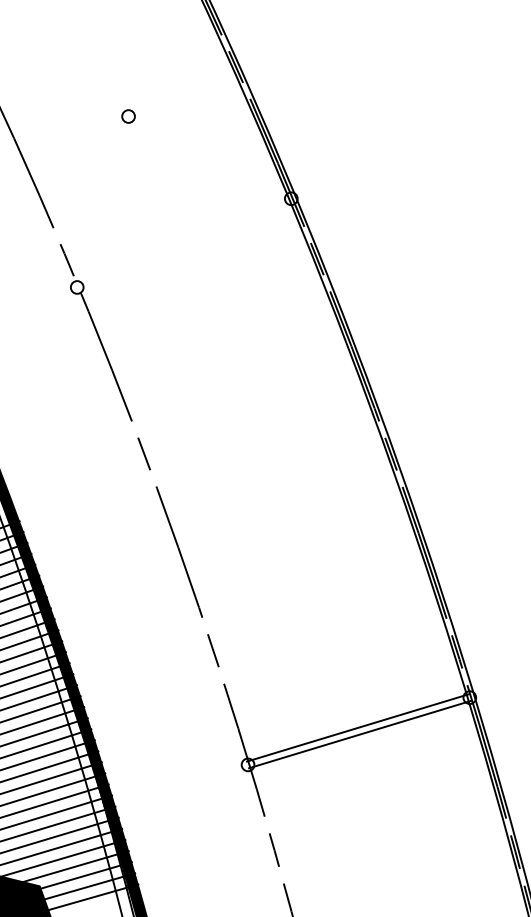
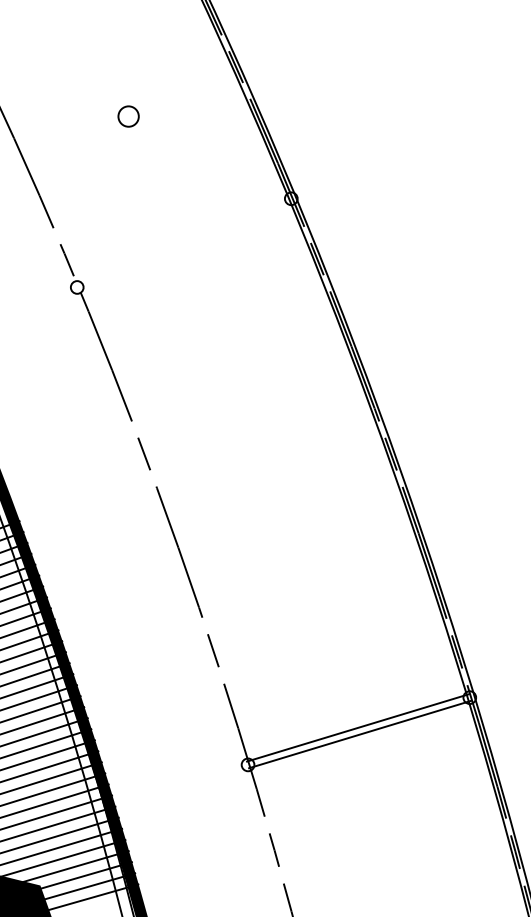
circle at (128, 116) size: 15x15 px -> 23x23 px
